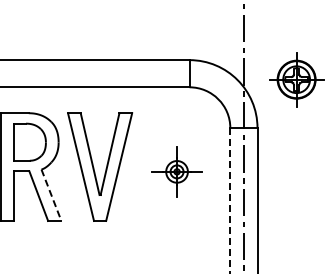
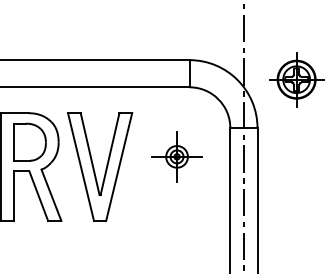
part at (176, 171) position: (176, 171) -> (176, 156)
line at (51, 195): dashed -> solid
line at (230, 200): dashed -> solid
